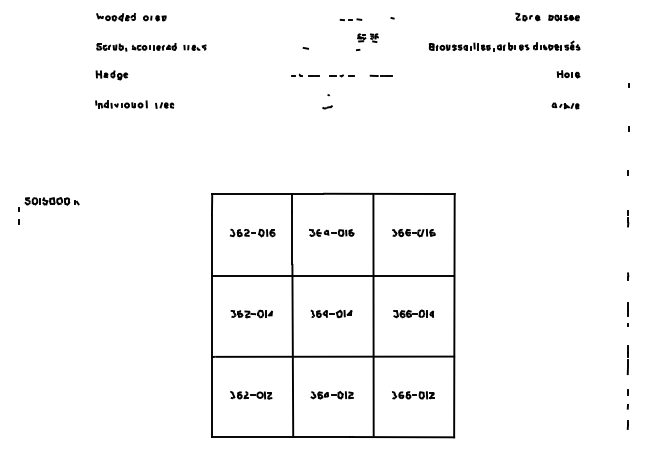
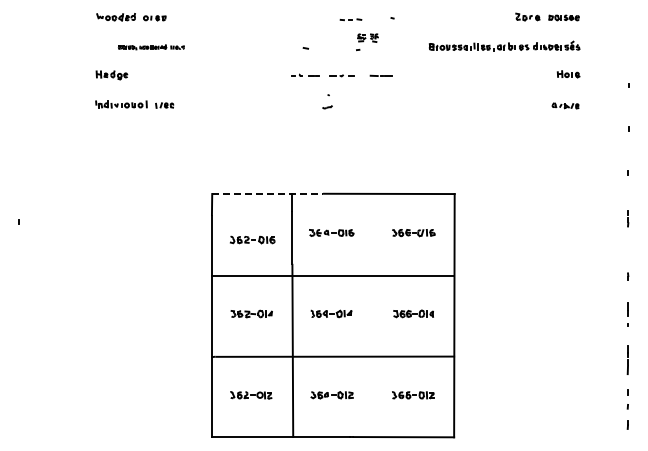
part at (151, 47) size: 111x9 px -> 68x7 px
line at (268, 194): solid -> dashed
part at (48, 204): present -> none
part at (252, 232) position: (252, 232) -> (252, 239)
line at (373, 315): present -> none
